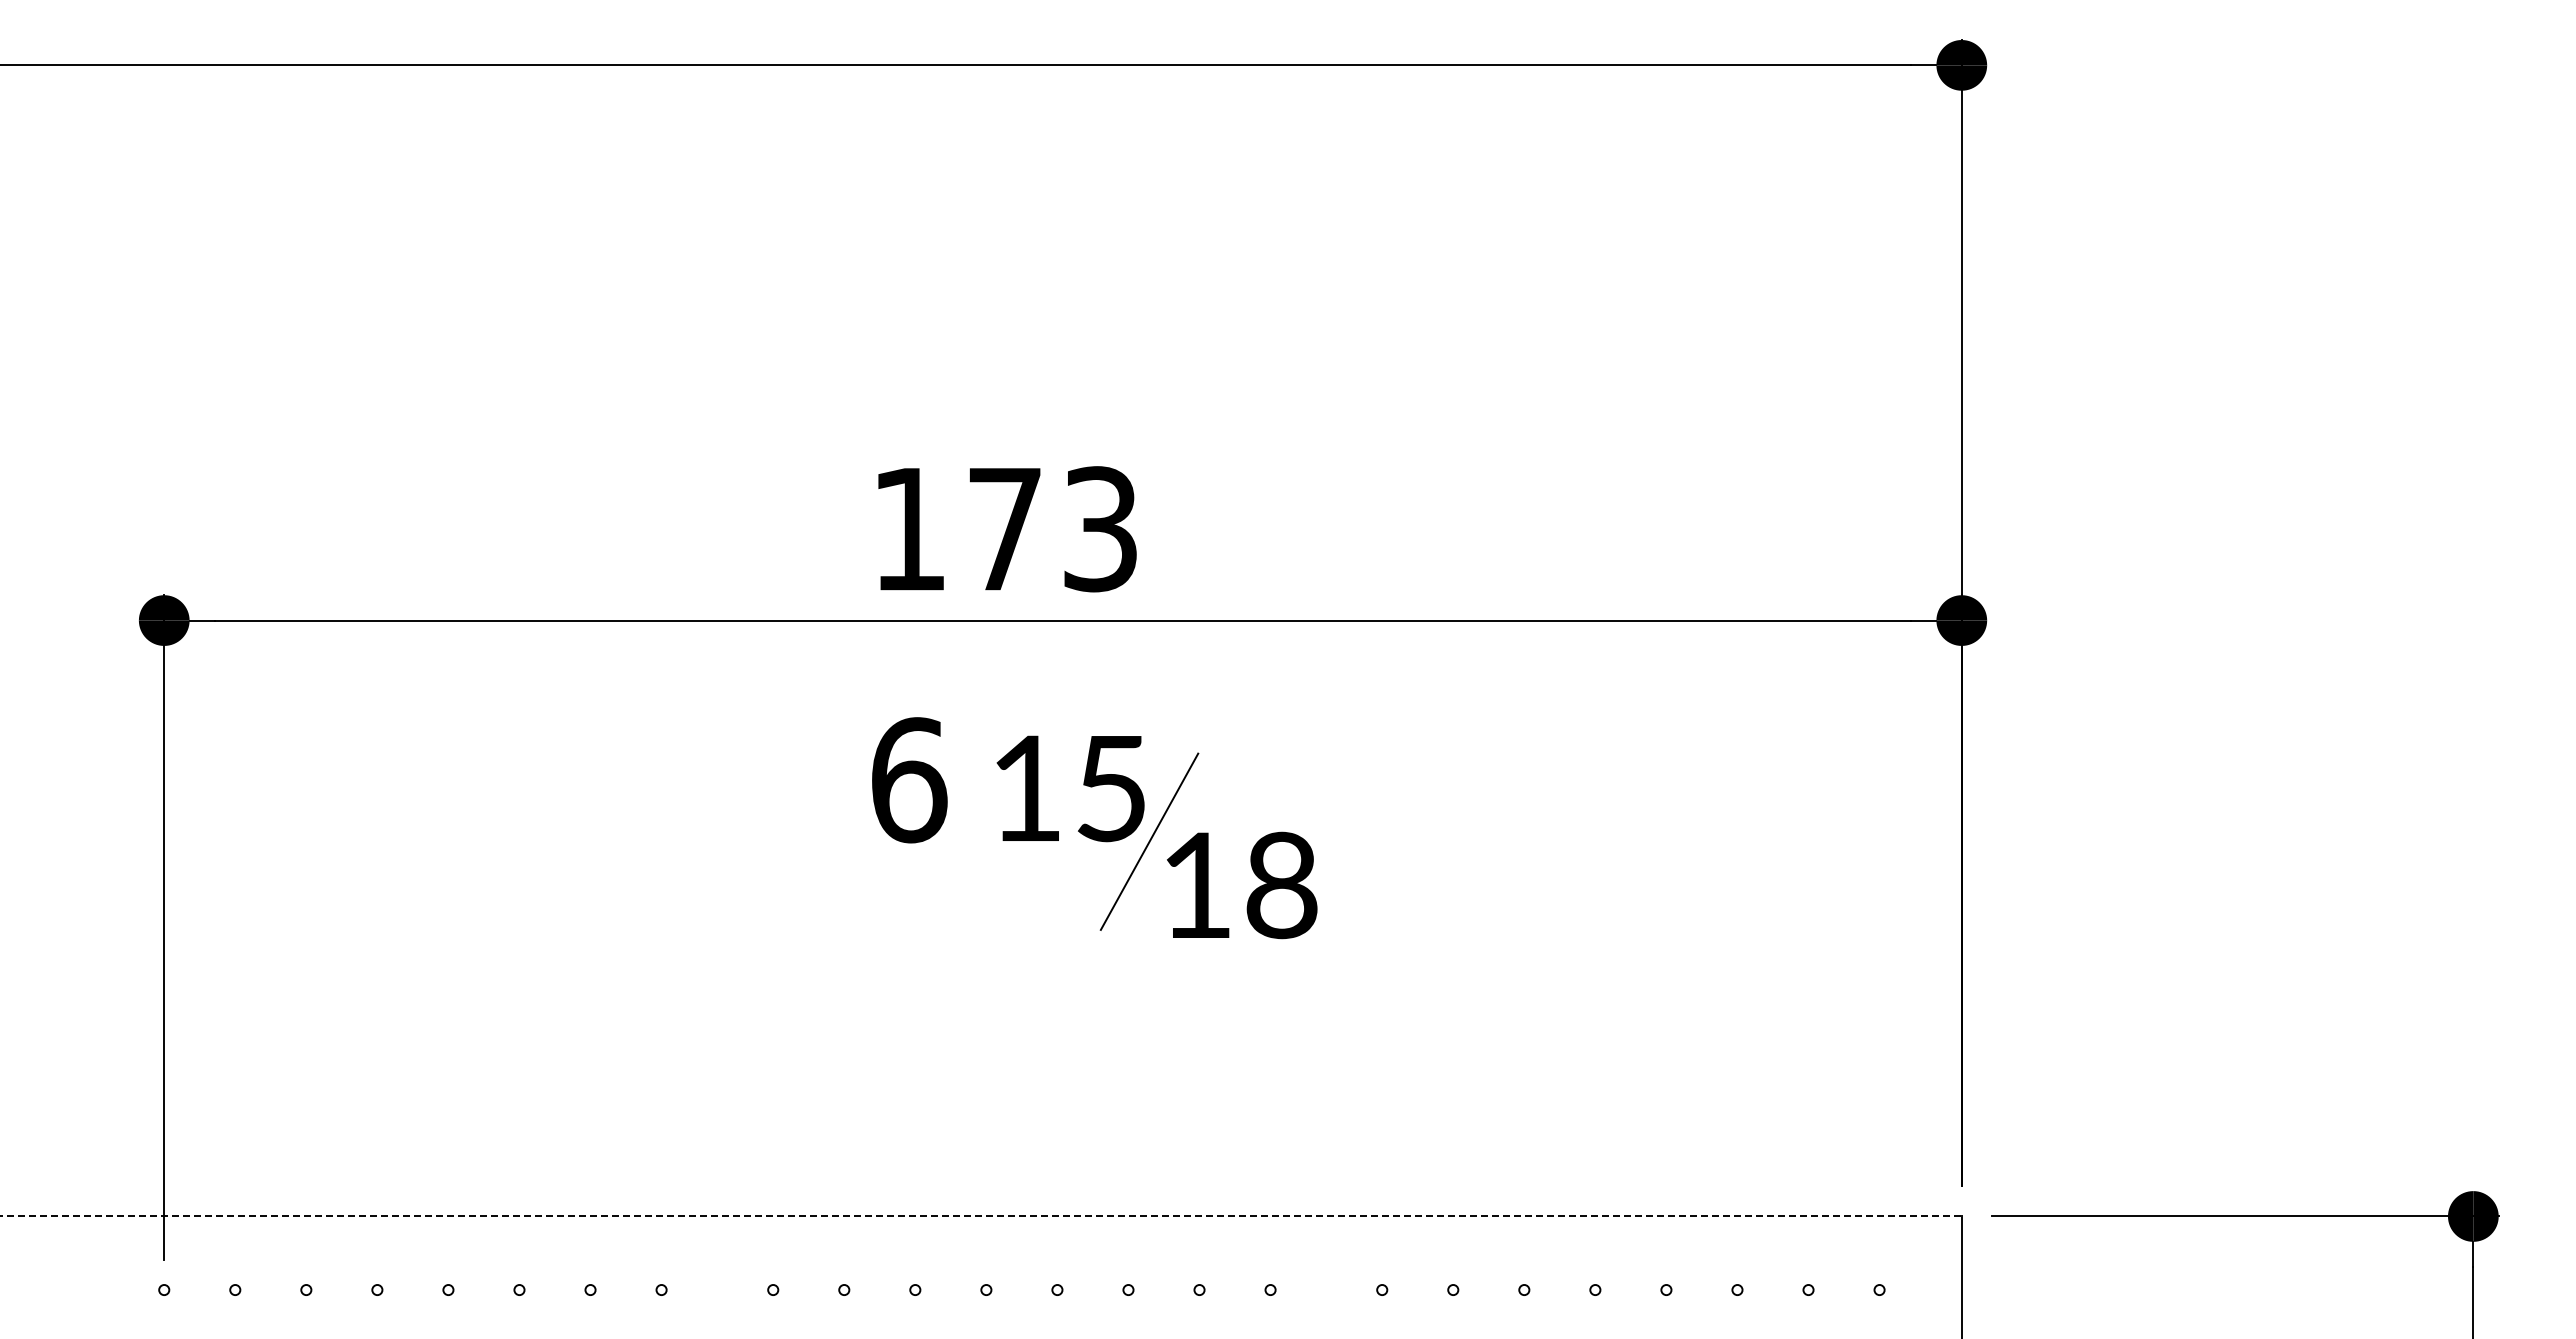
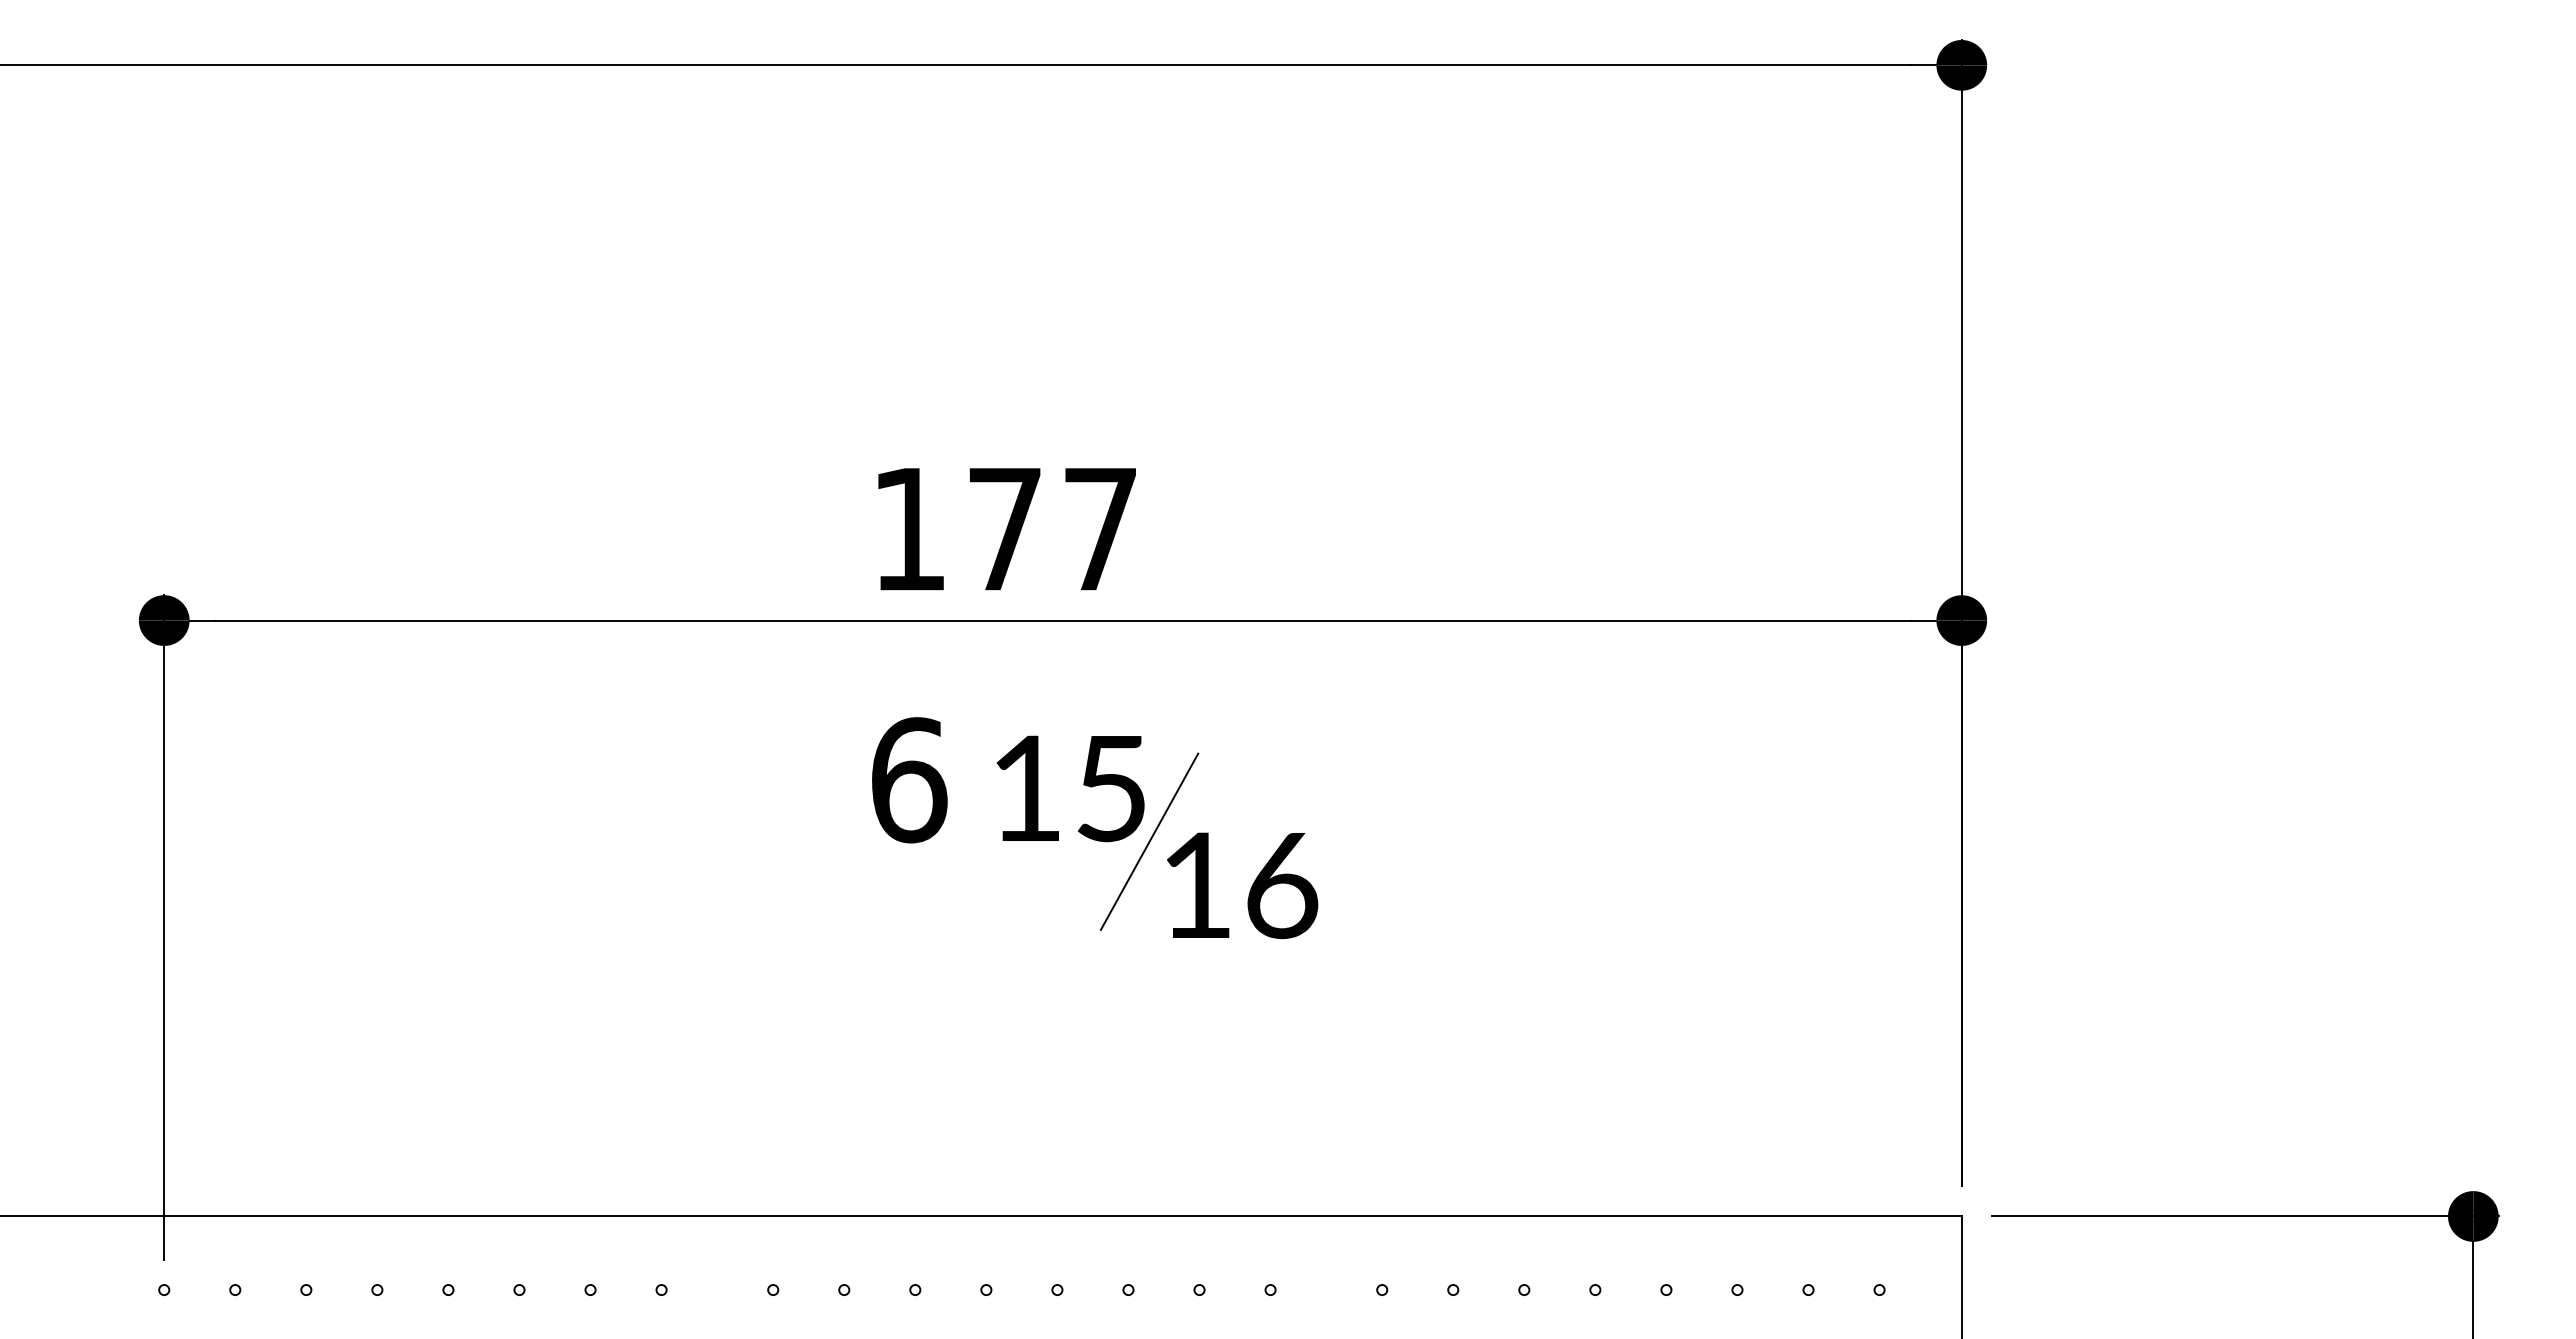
text at (1100, 529): 173 -> 177
text at (1282, 884): 18 -> 16
line at (980, 1216): dashed -> solid
